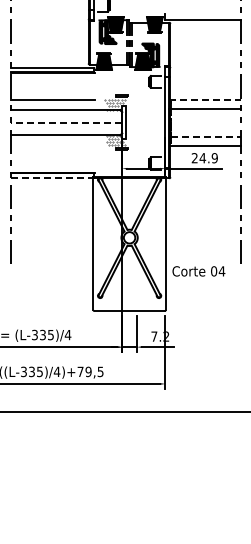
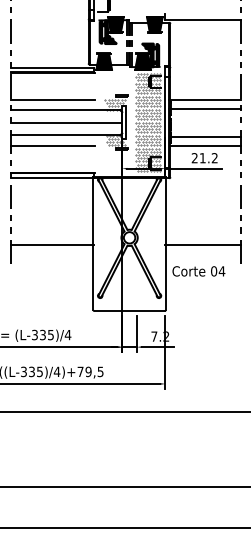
line at (205, 99): dashed -> solid
line at (66, 122): dashed -> solid
hatch at (148, 122): none -> present
line at (206, 136): dashed -> solid
line at (52, 145): none -> present
text at (208, 158): 24.9 -> 21.2
line at (52, 177): dashed -> solid
line at (51, 245): none -> present
line at (202, 245): none -> present
line at (124, 486): none -> present
line at (124, 527): none -> present
